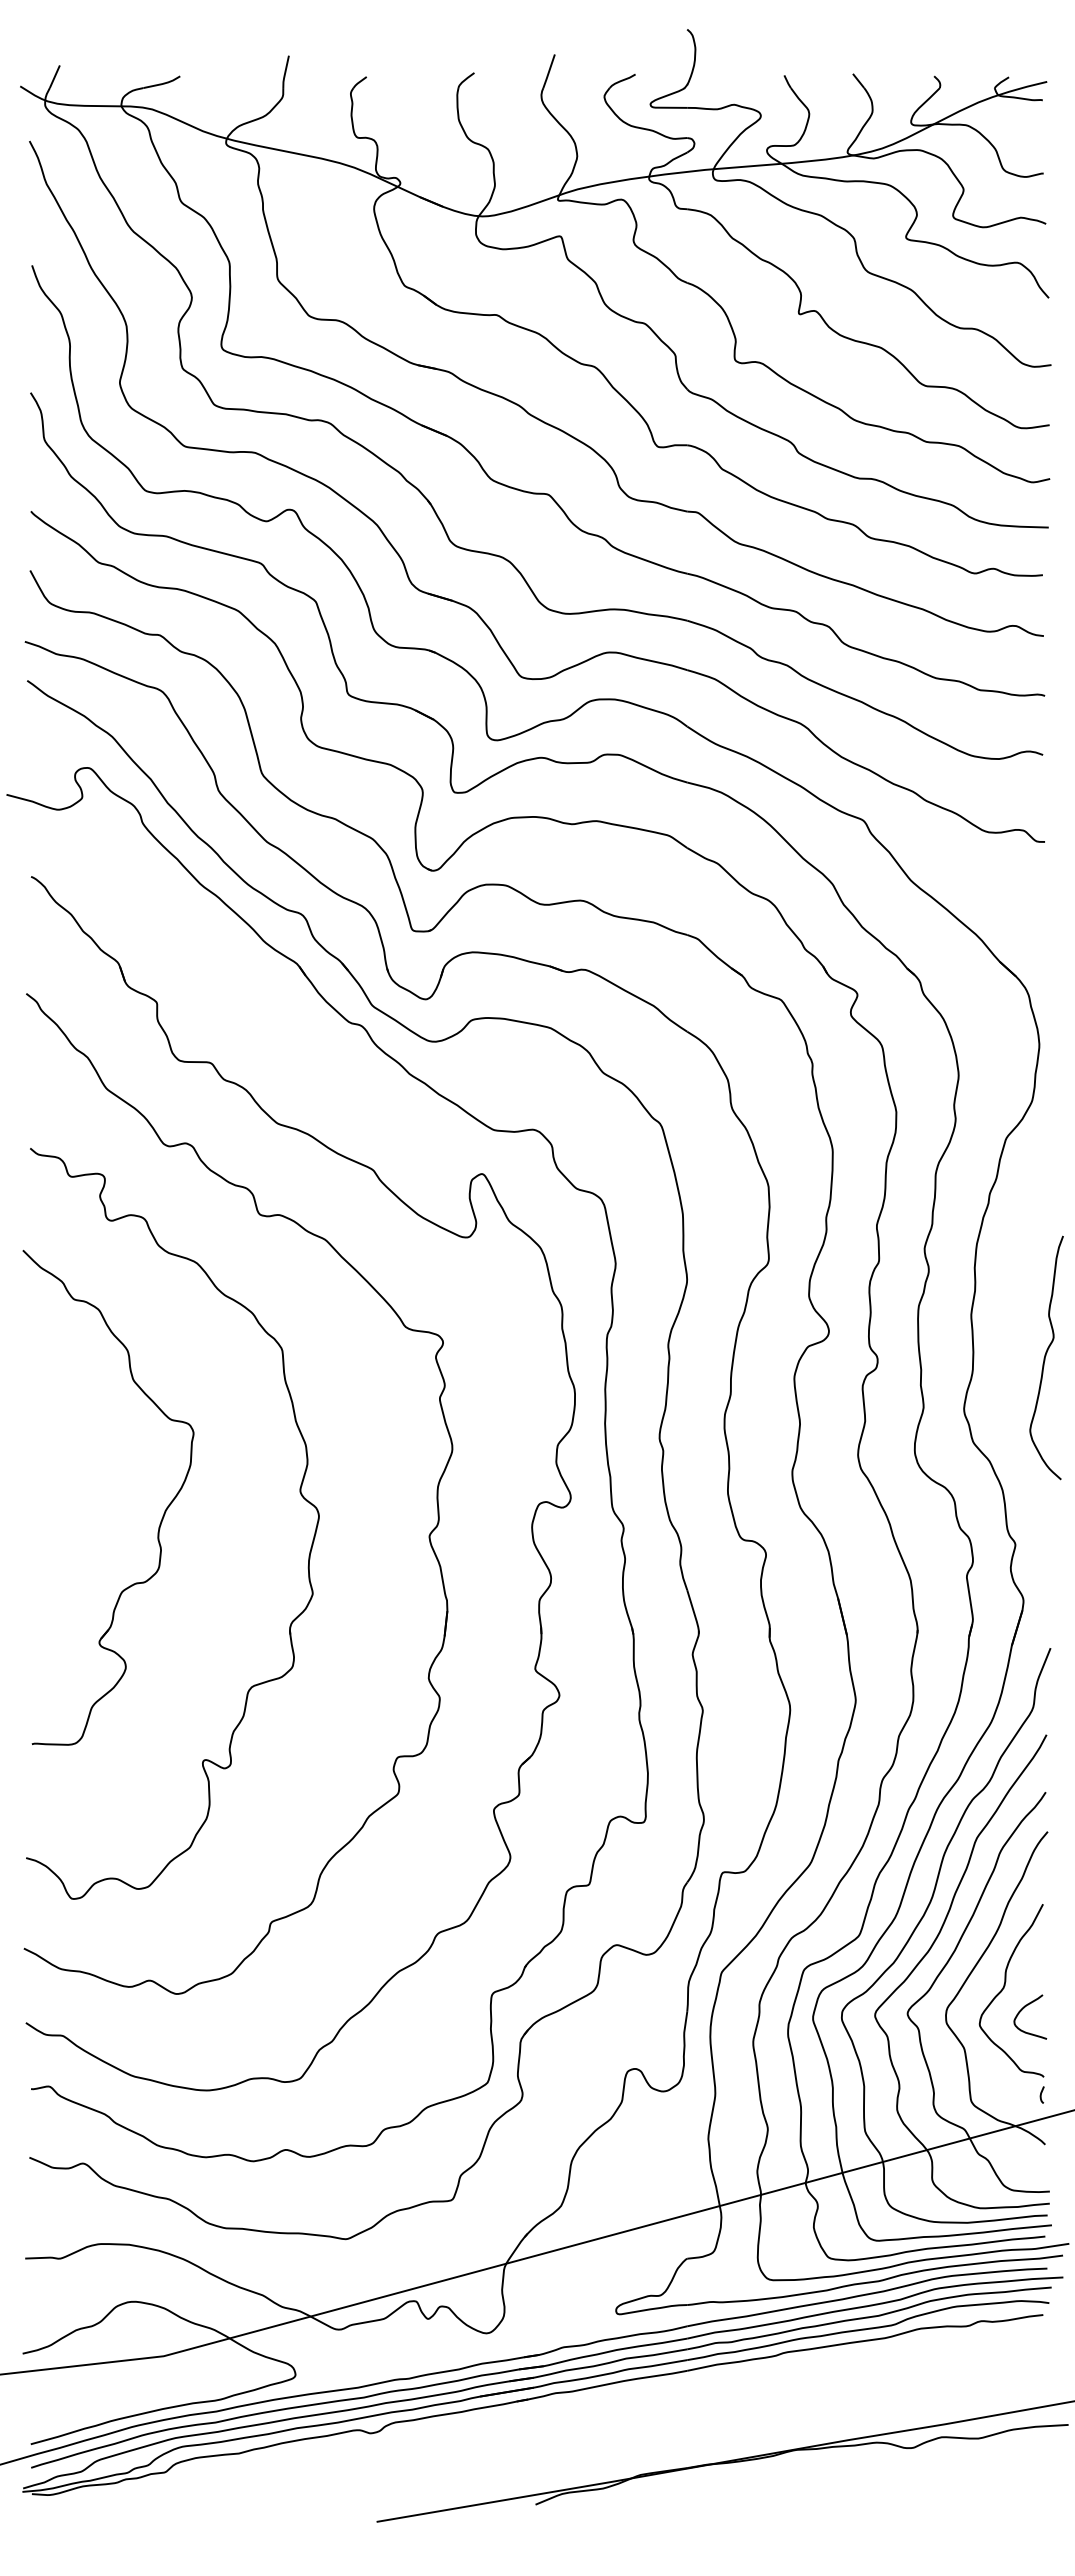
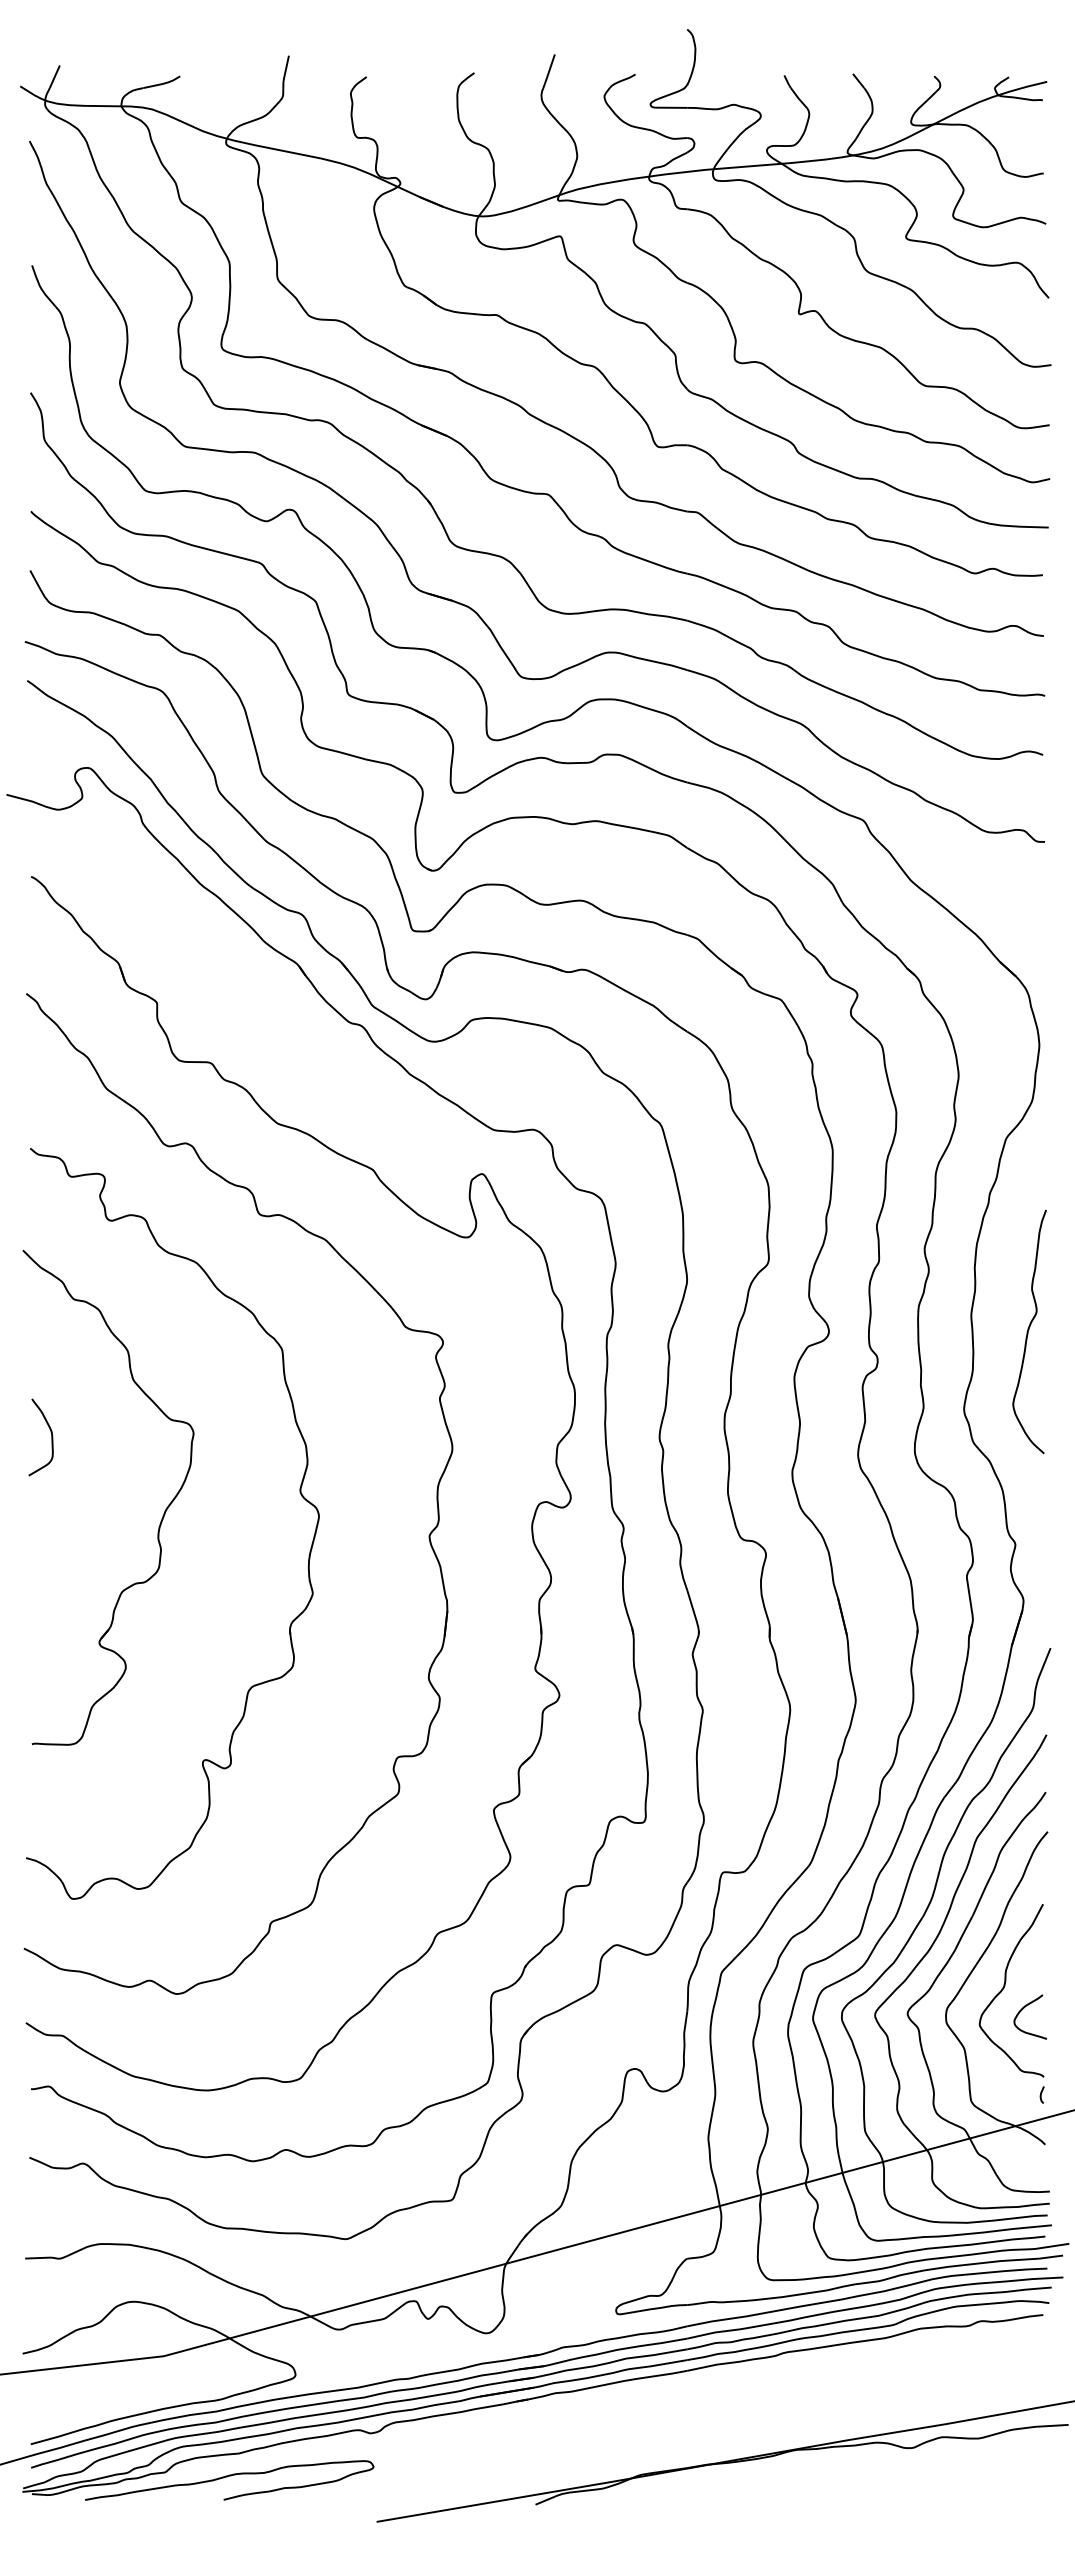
curve at (1046, 1356) position: (1046, 1356) -> (1029, 1330)
curve at (51, 1437): none -> present
curve at (227, 2477): none -> present
